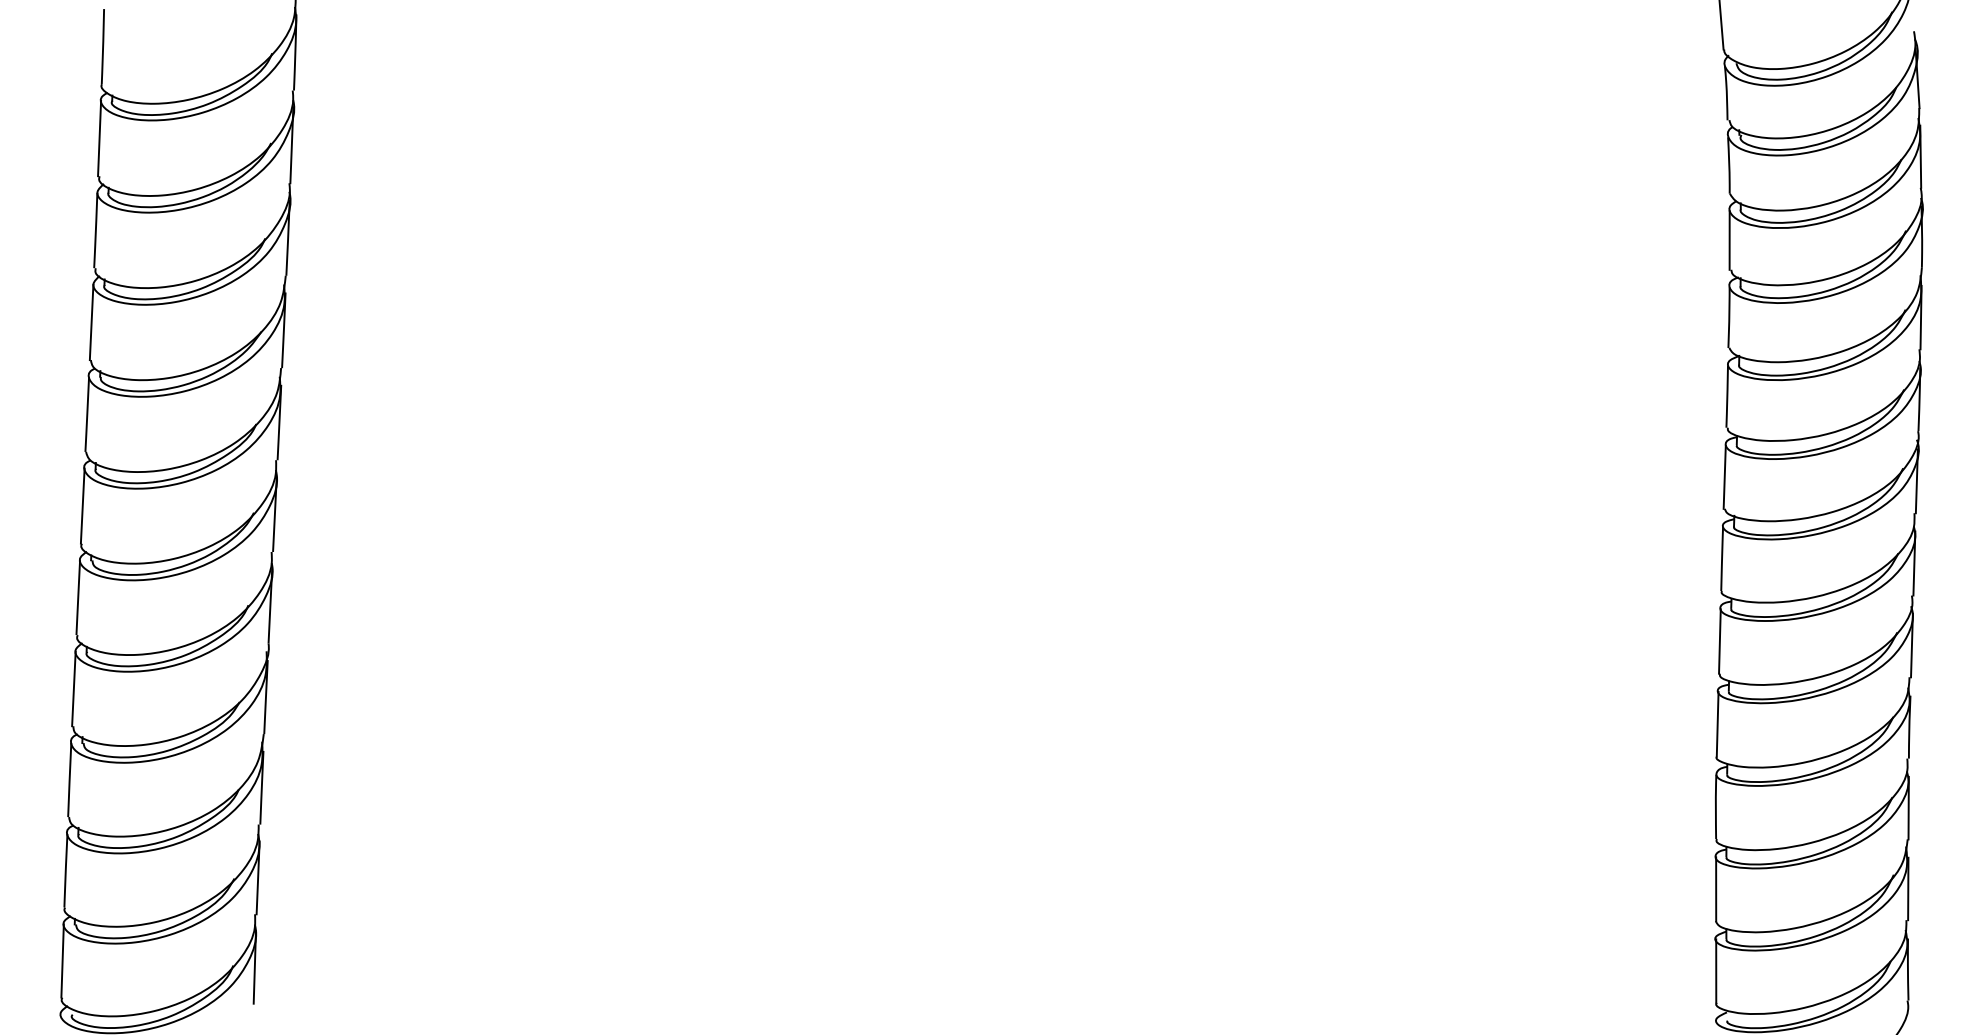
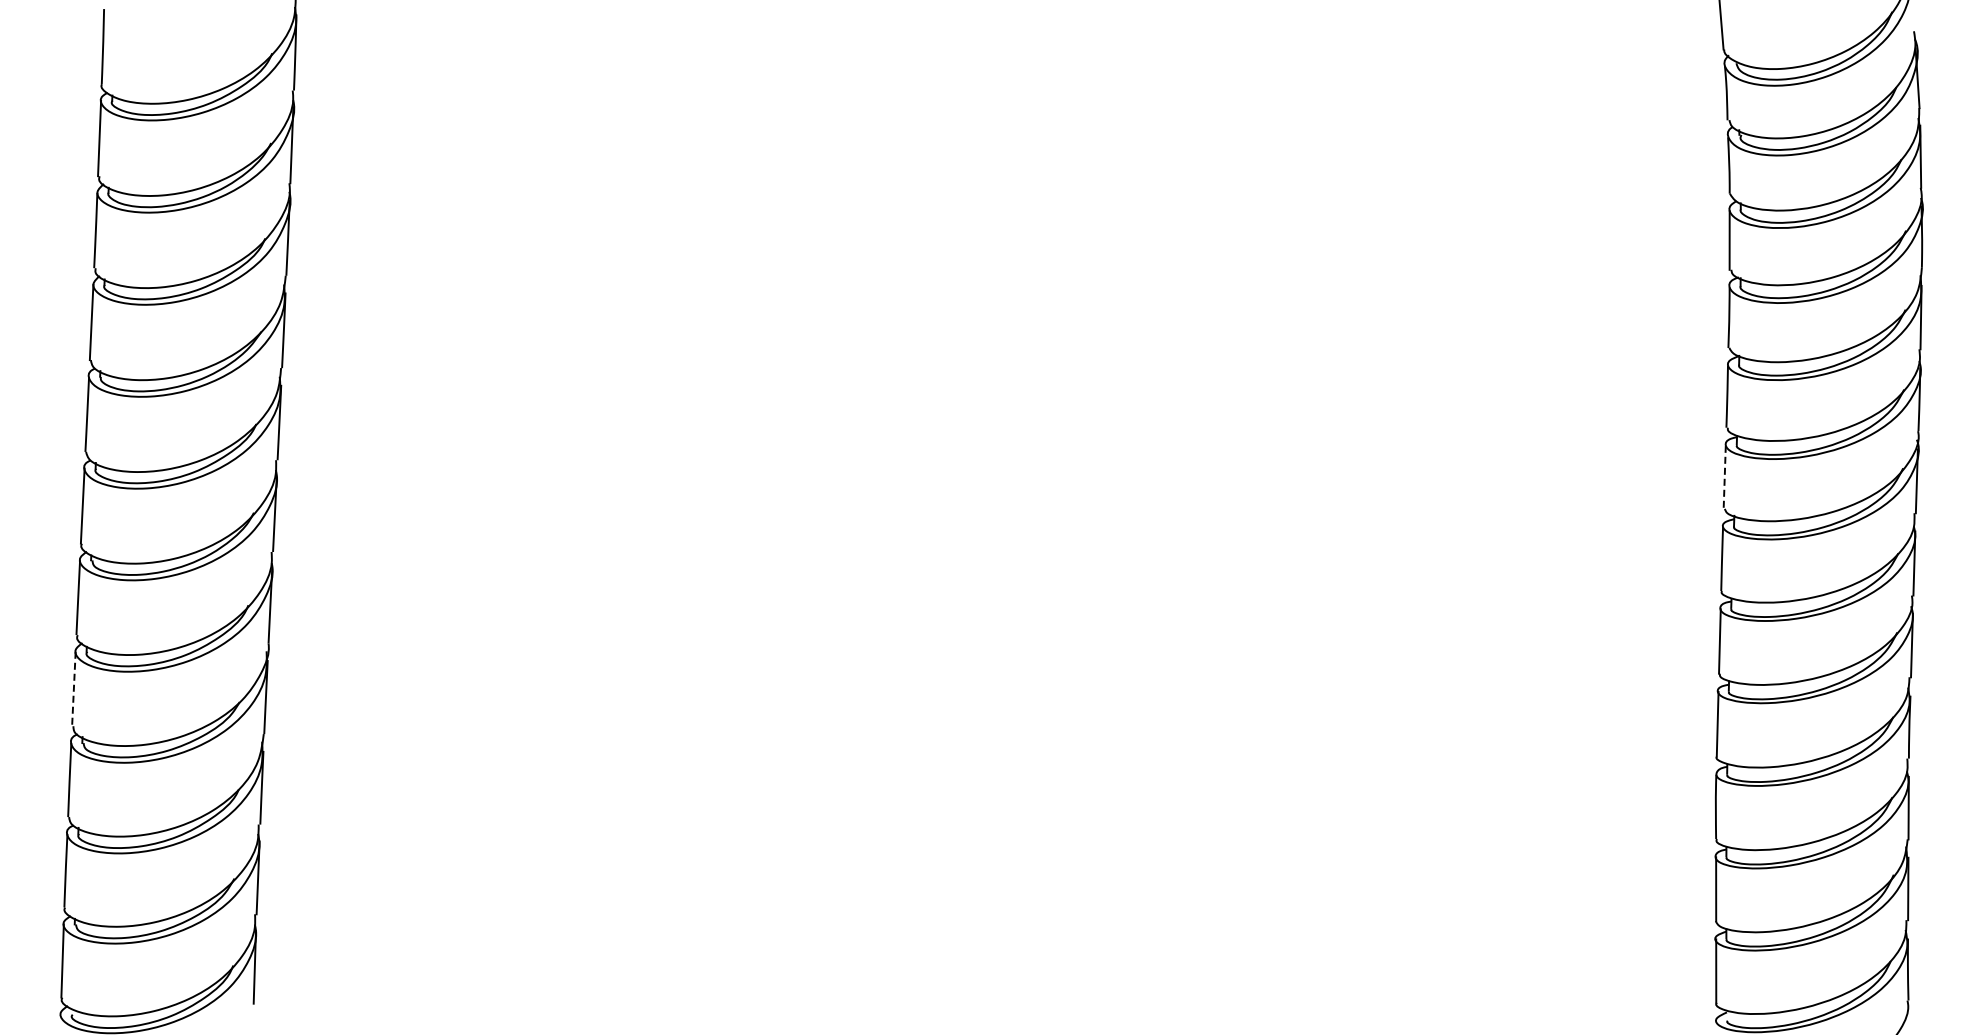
line at (1724, 477): solid -> dashed
line at (73, 689): solid -> dashed
